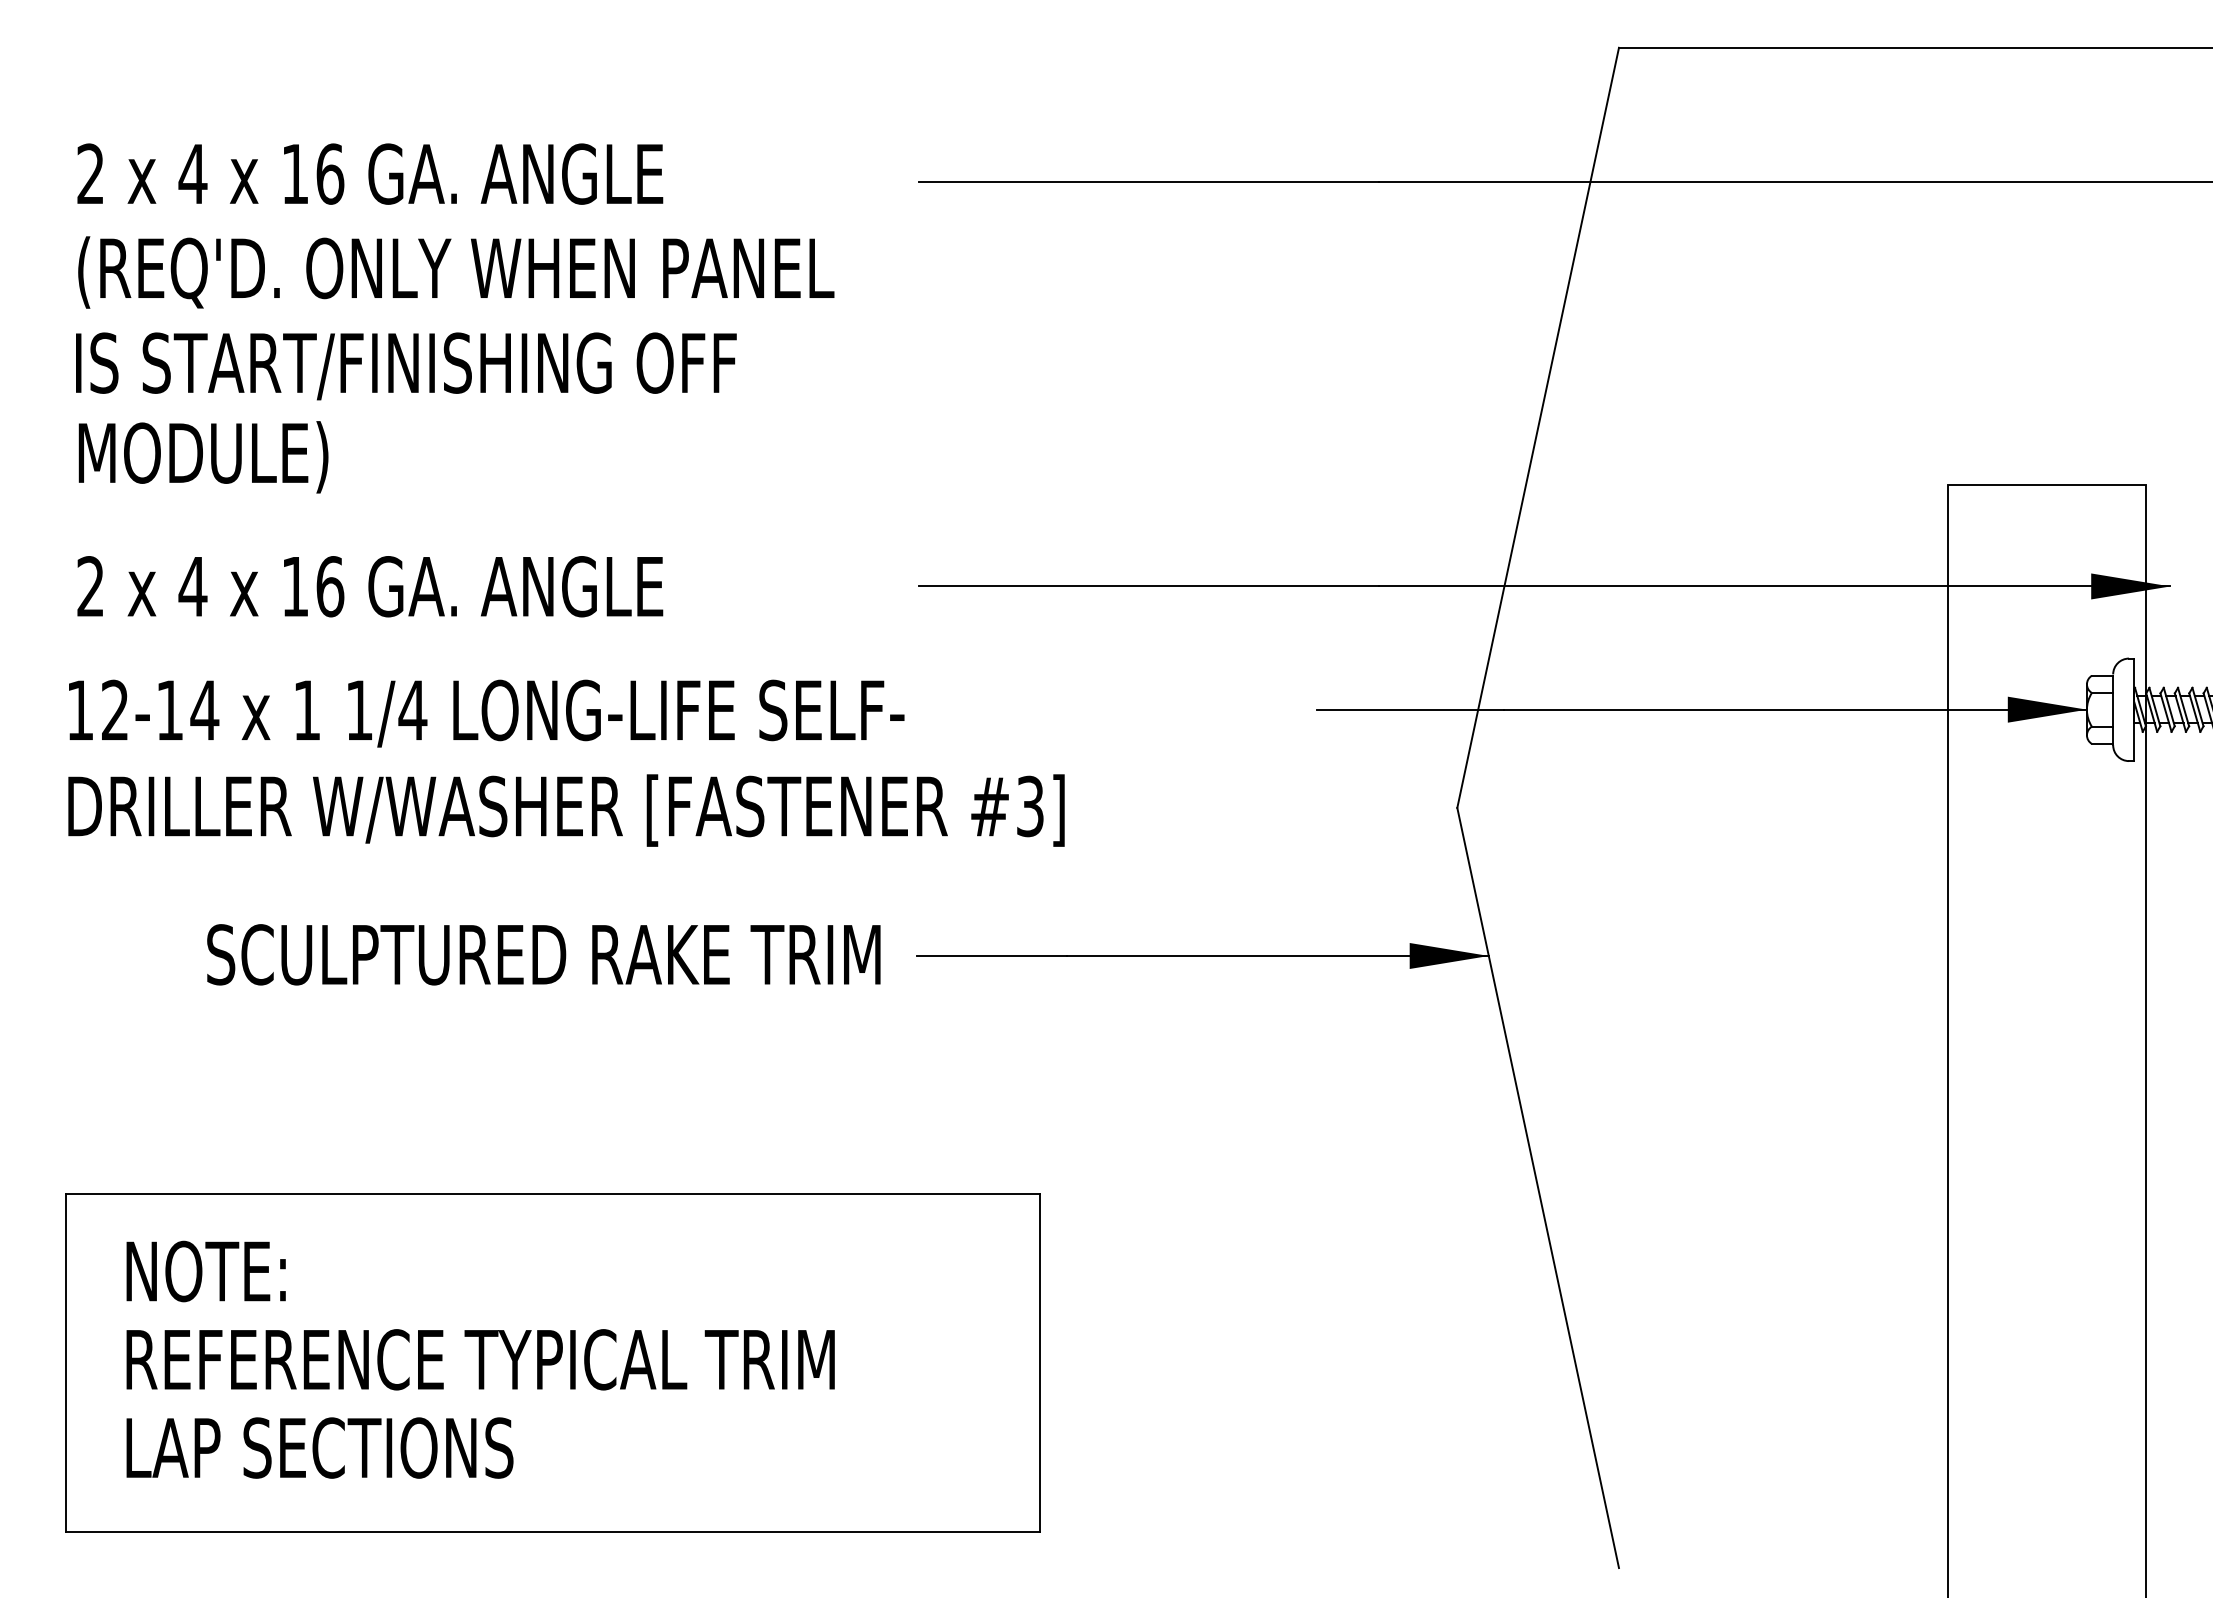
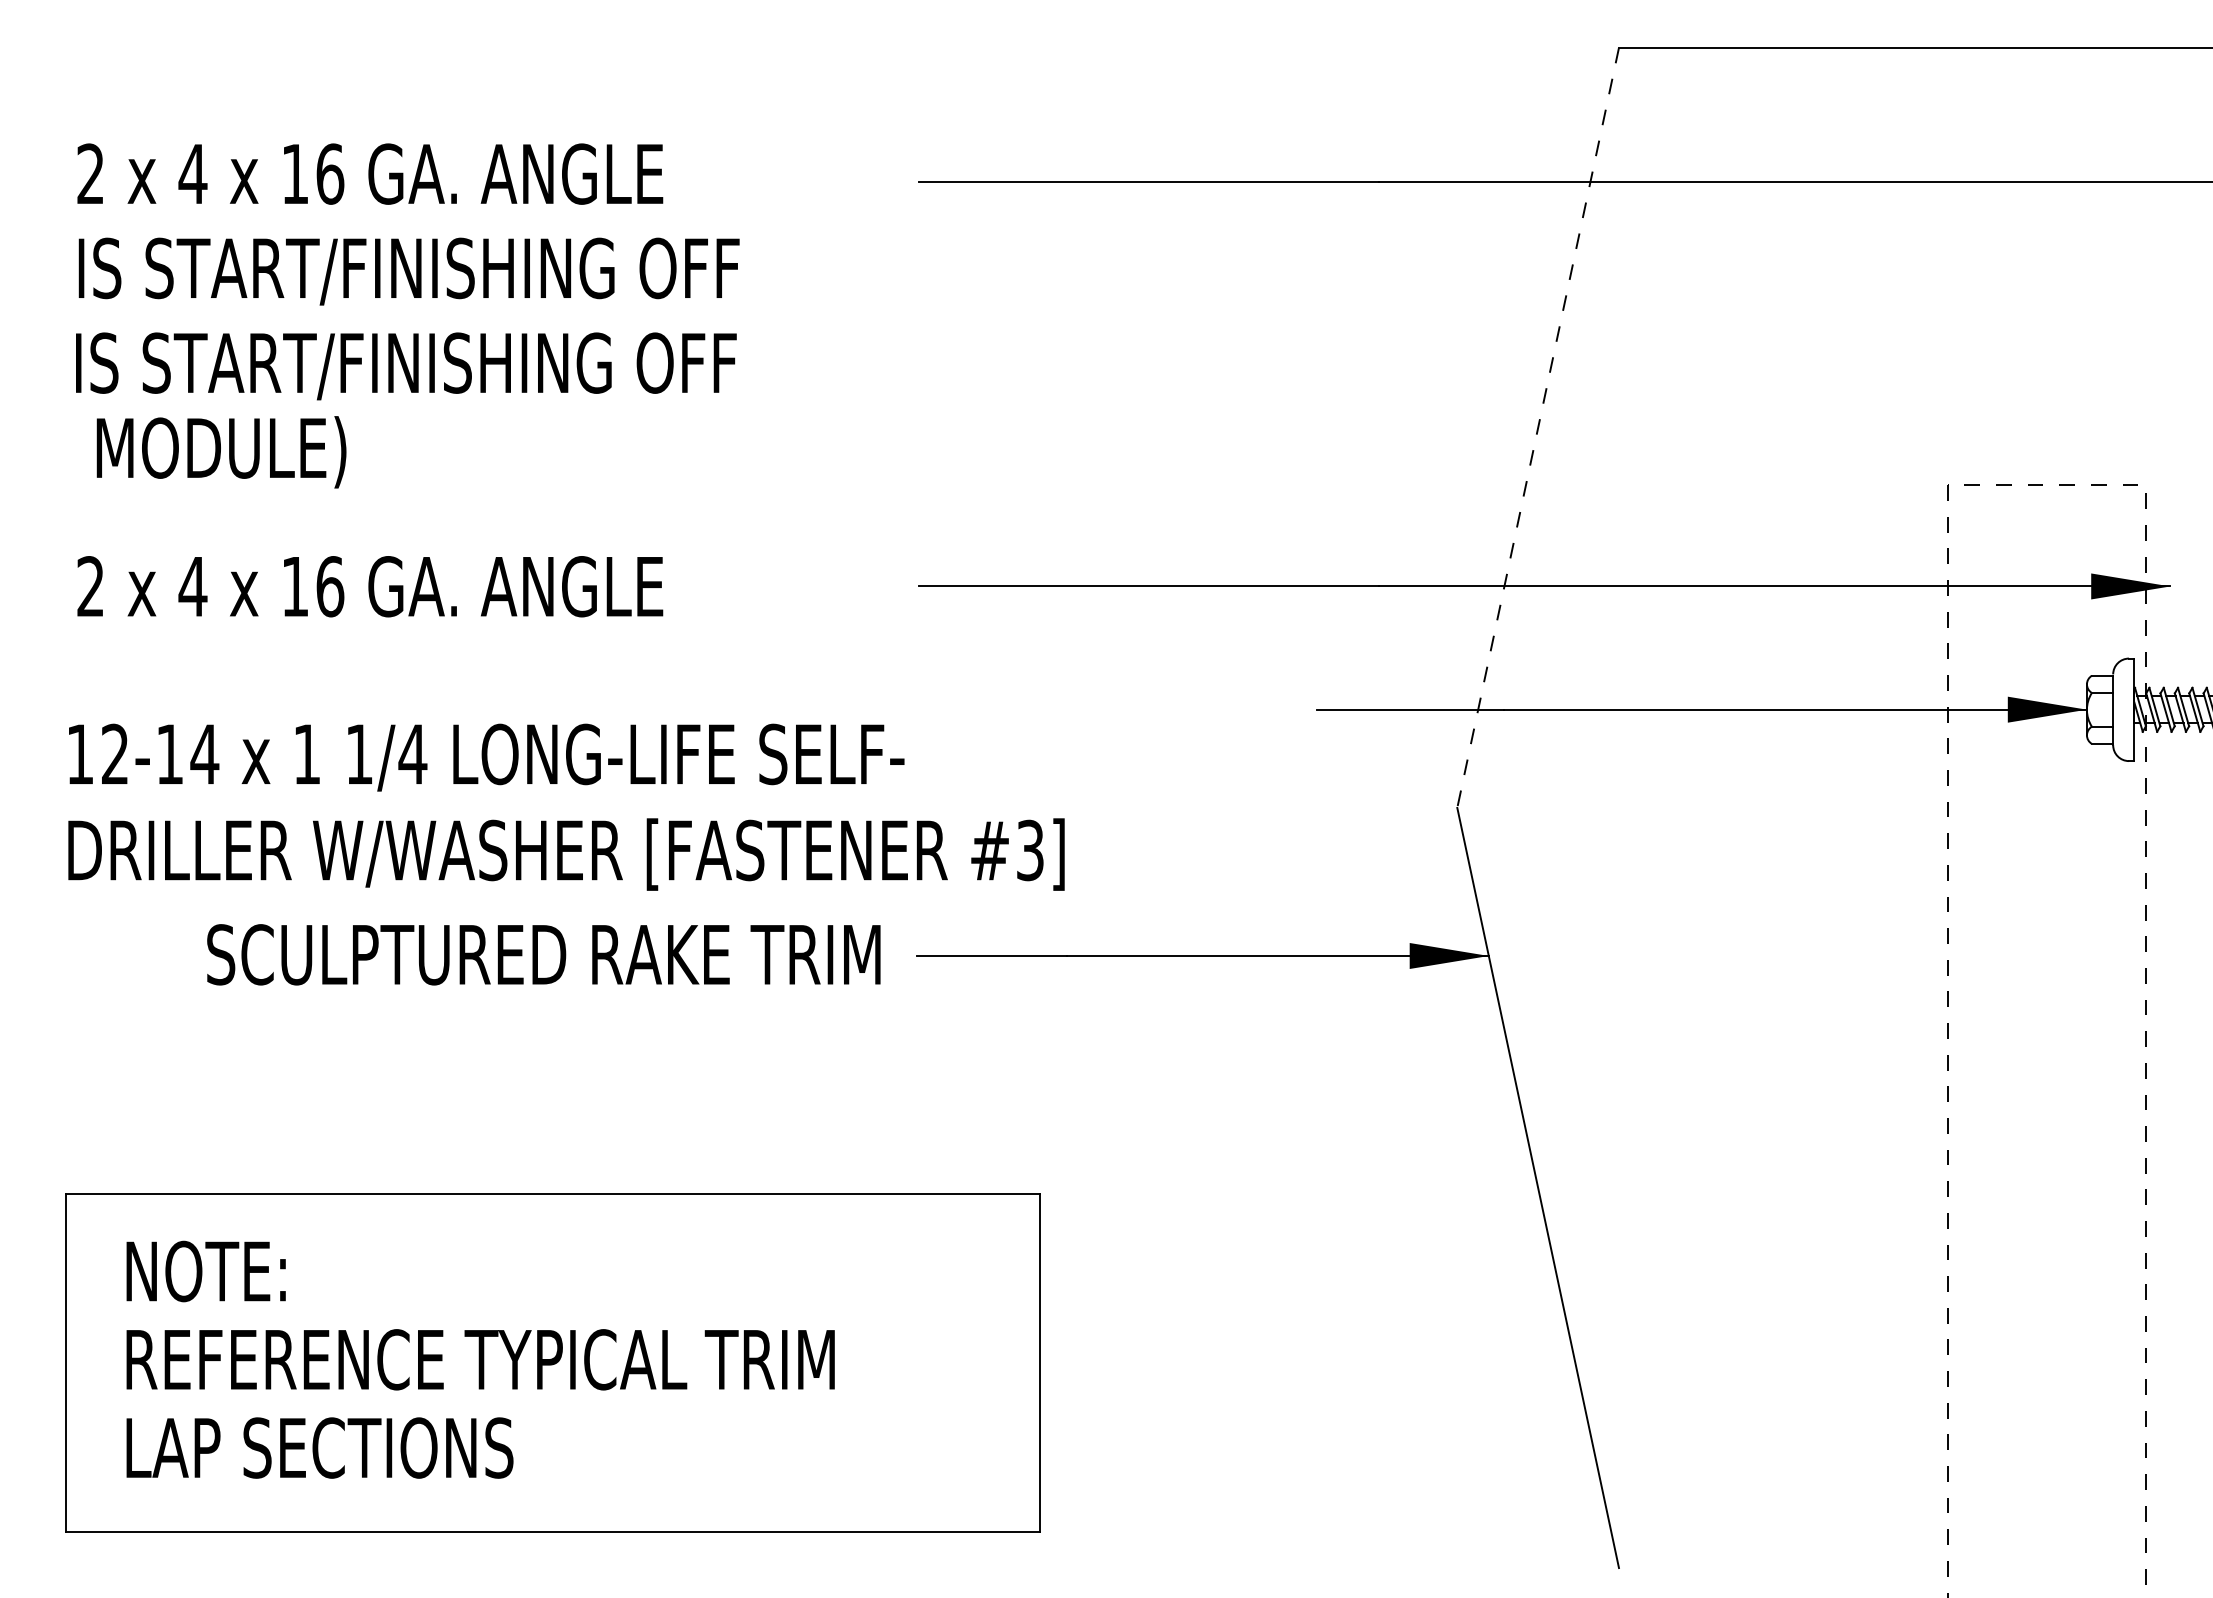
text at (456, 272): (REQ'D. ONLY WHEN PANEL -> IS START/FINISHING OFF
line at (1538, 427): solid -> dashed
text at (203, 457) position: (203, 457) -> (221, 452)
line at (2047, 485): solid -> dashed
text at (566, 762) position: (566, 762) -> (566, 806)
